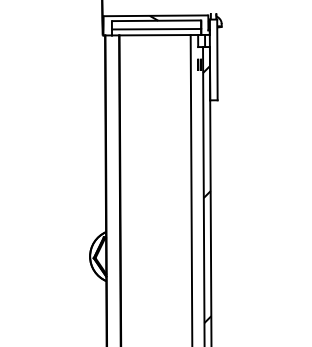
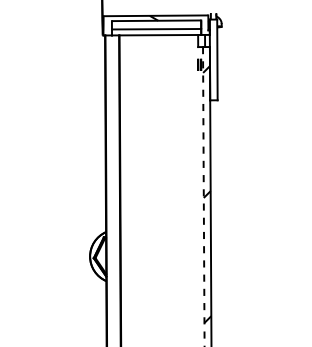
line at (191, 189): present -> none
line at (203, 196): solid -> dashed
